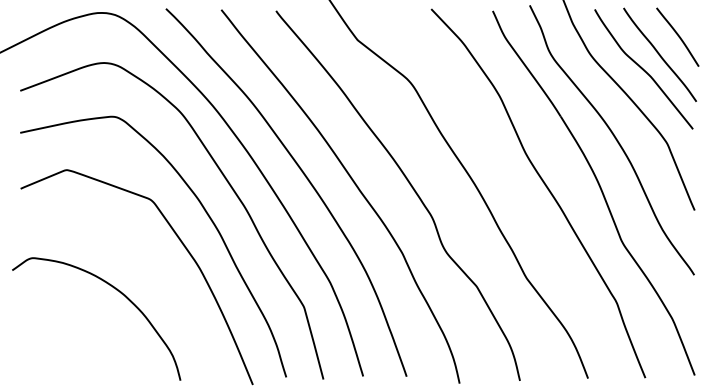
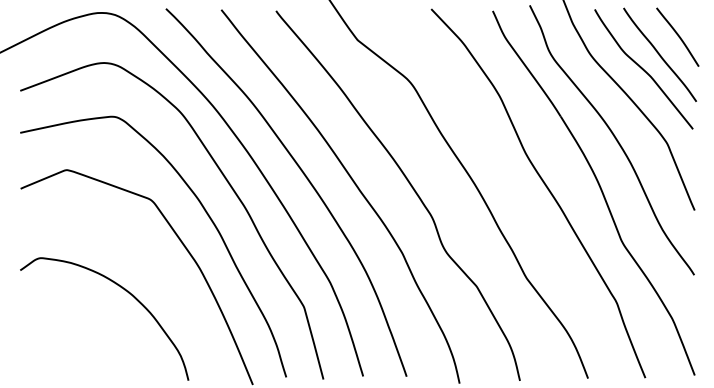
curve at (116, 290) position: (116, 290) -> (124, 290)
